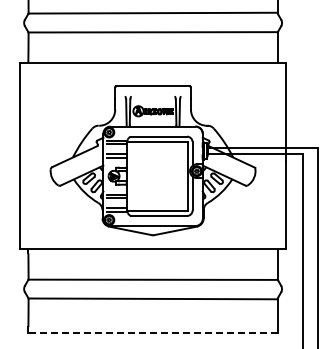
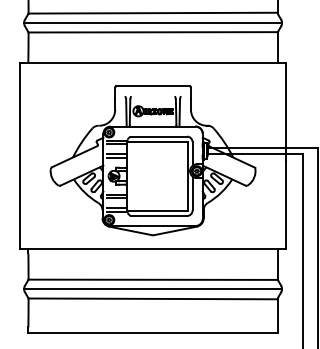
line at (153, 22): none -> present
line at (153, 289): none -> present
line at (153, 332): dashed -> solid
